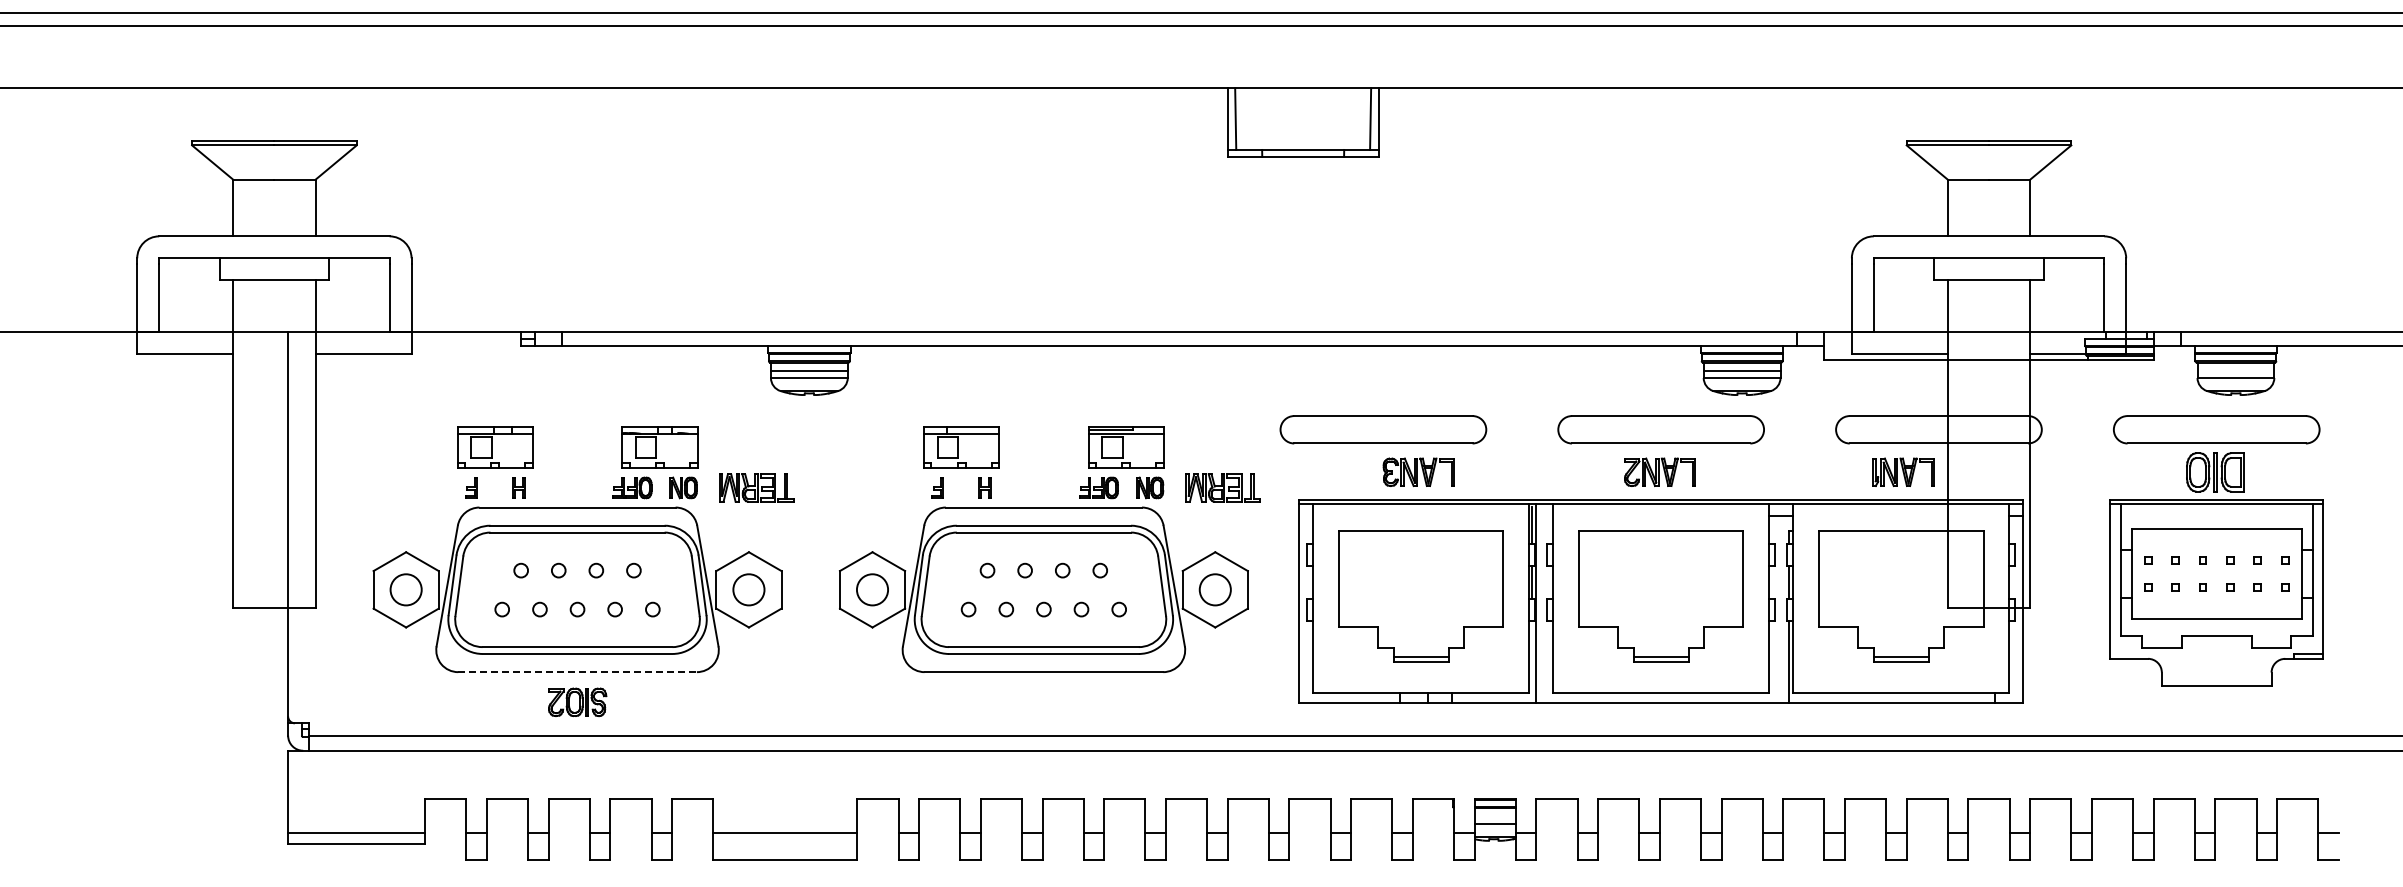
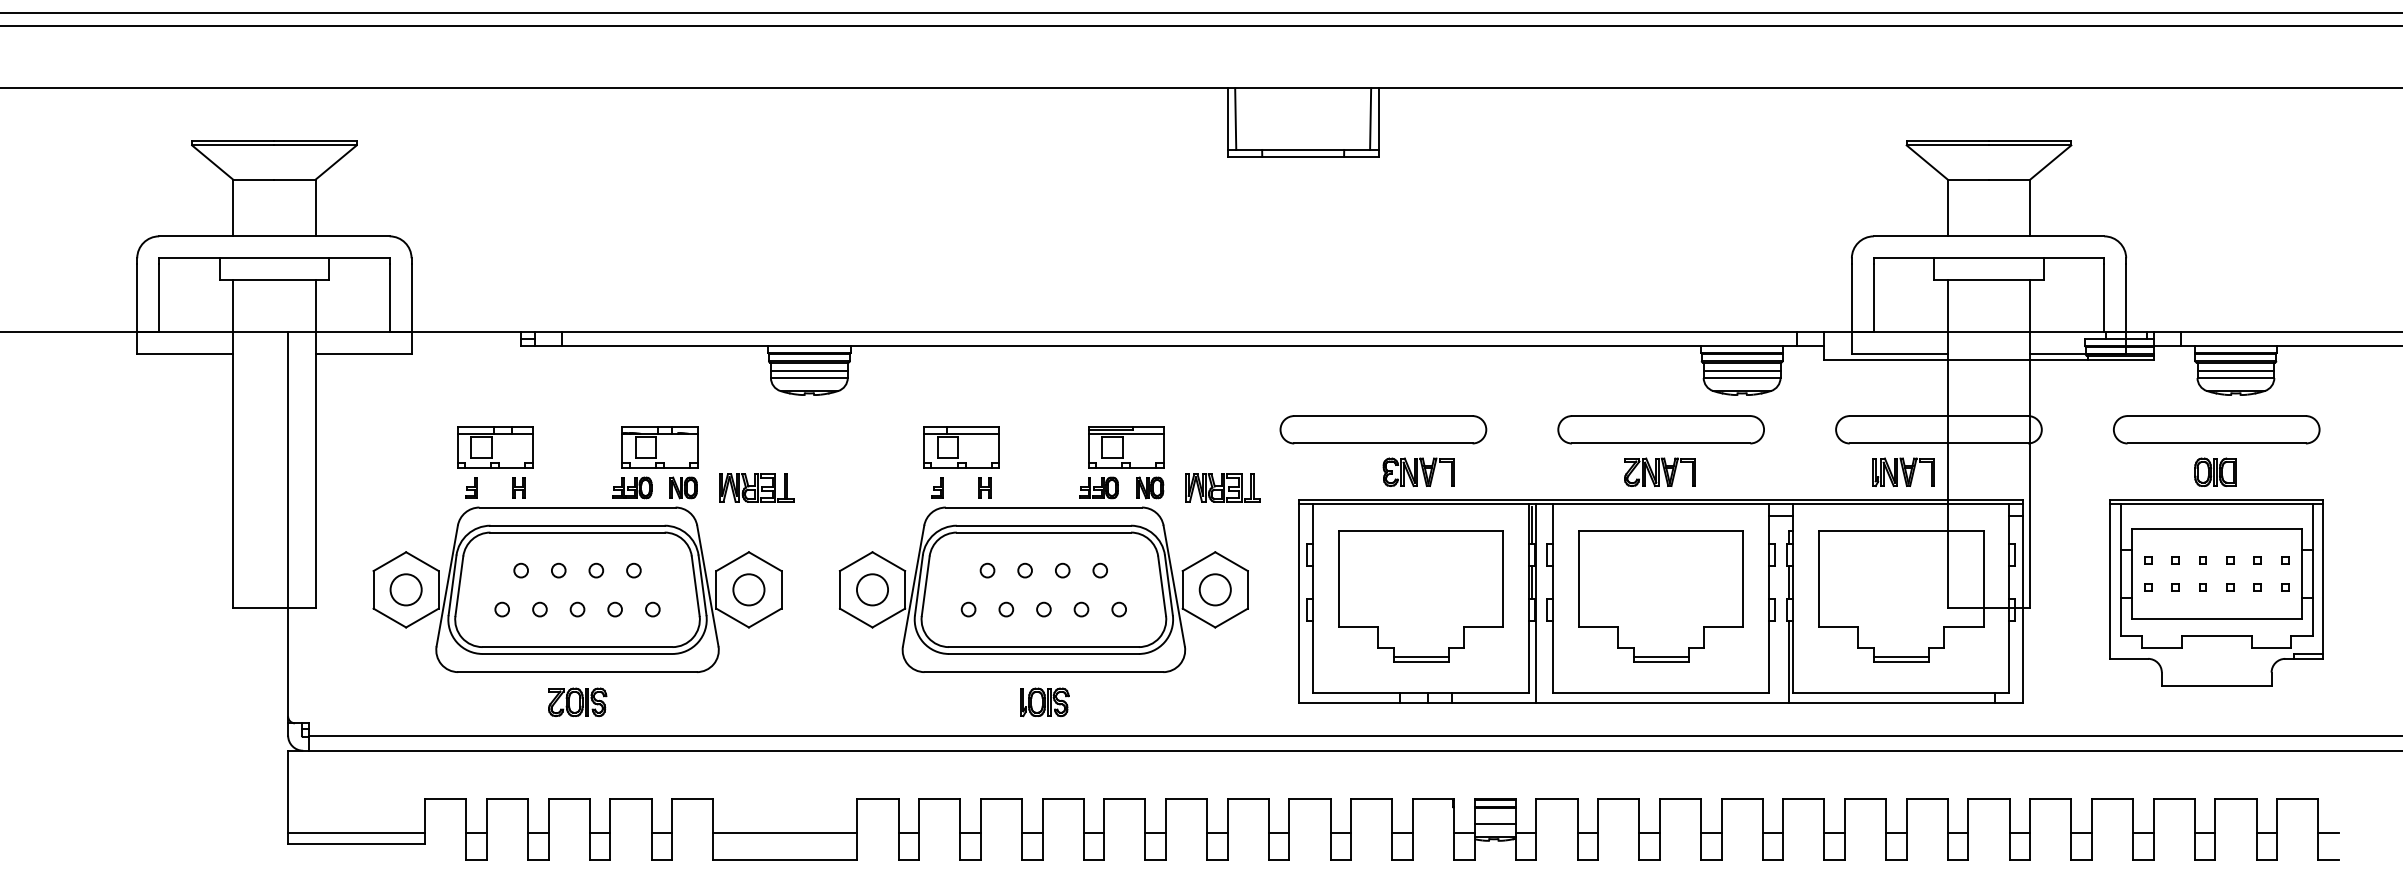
line at (2235, 371): none -> present
part at (2215, 472) size: 59x41 px -> 43x30 px
line at (578, 672): dashed -> solid
part at (1044, 702): none -> present
